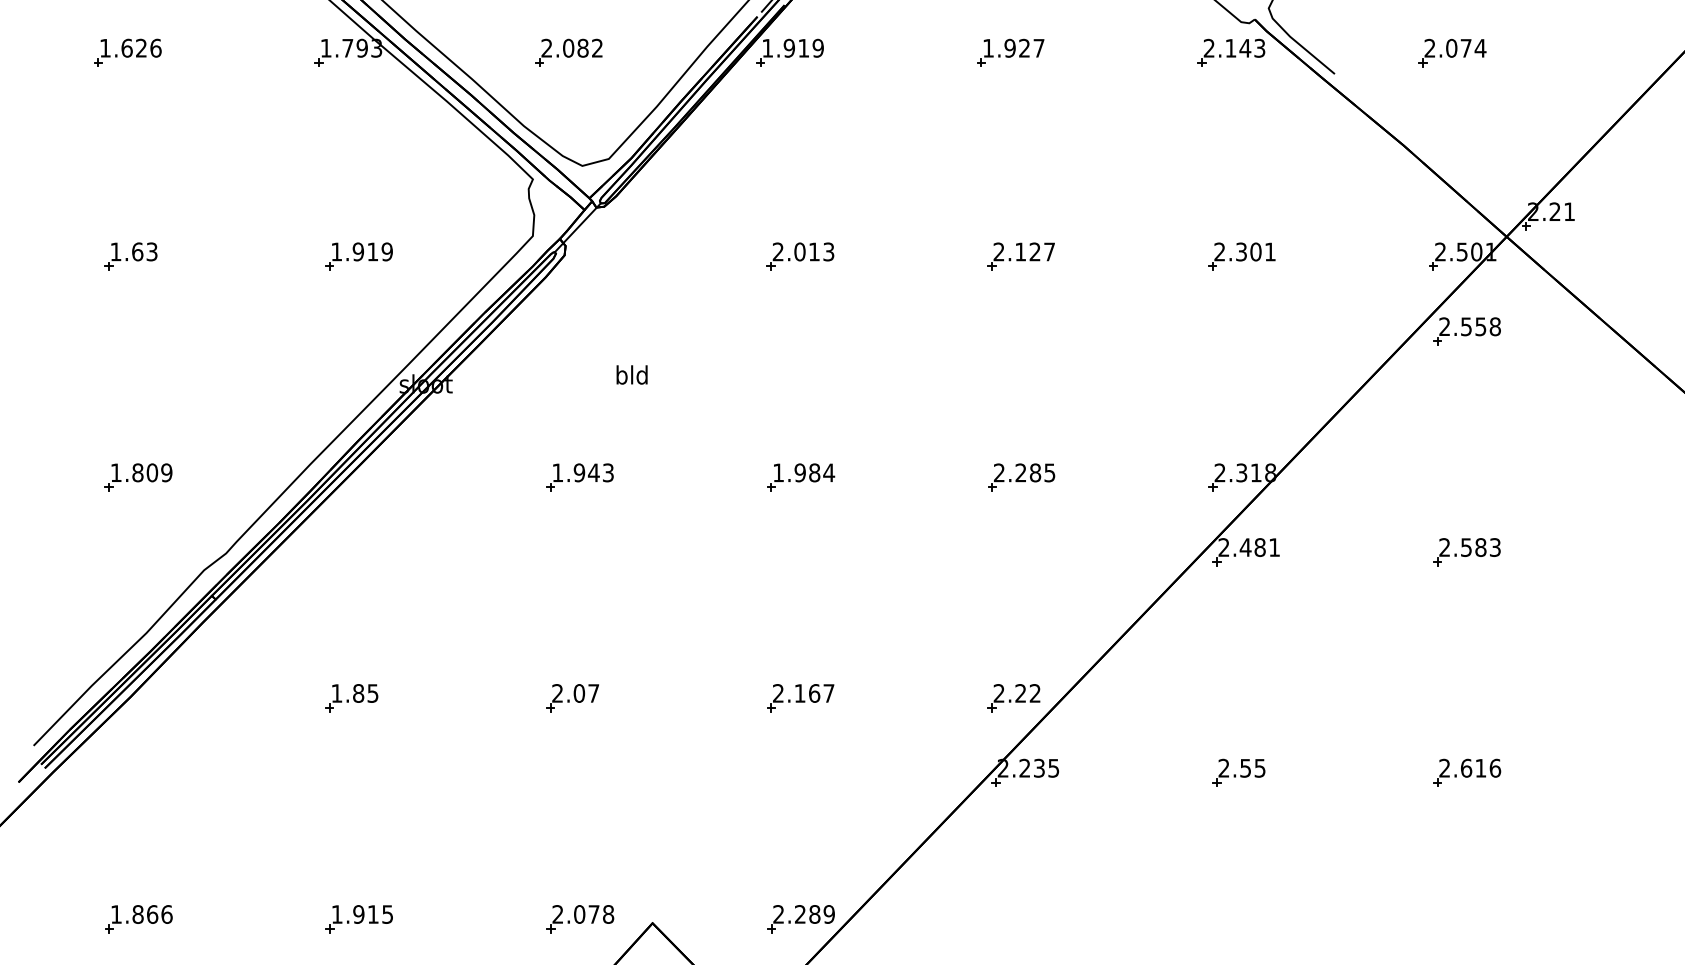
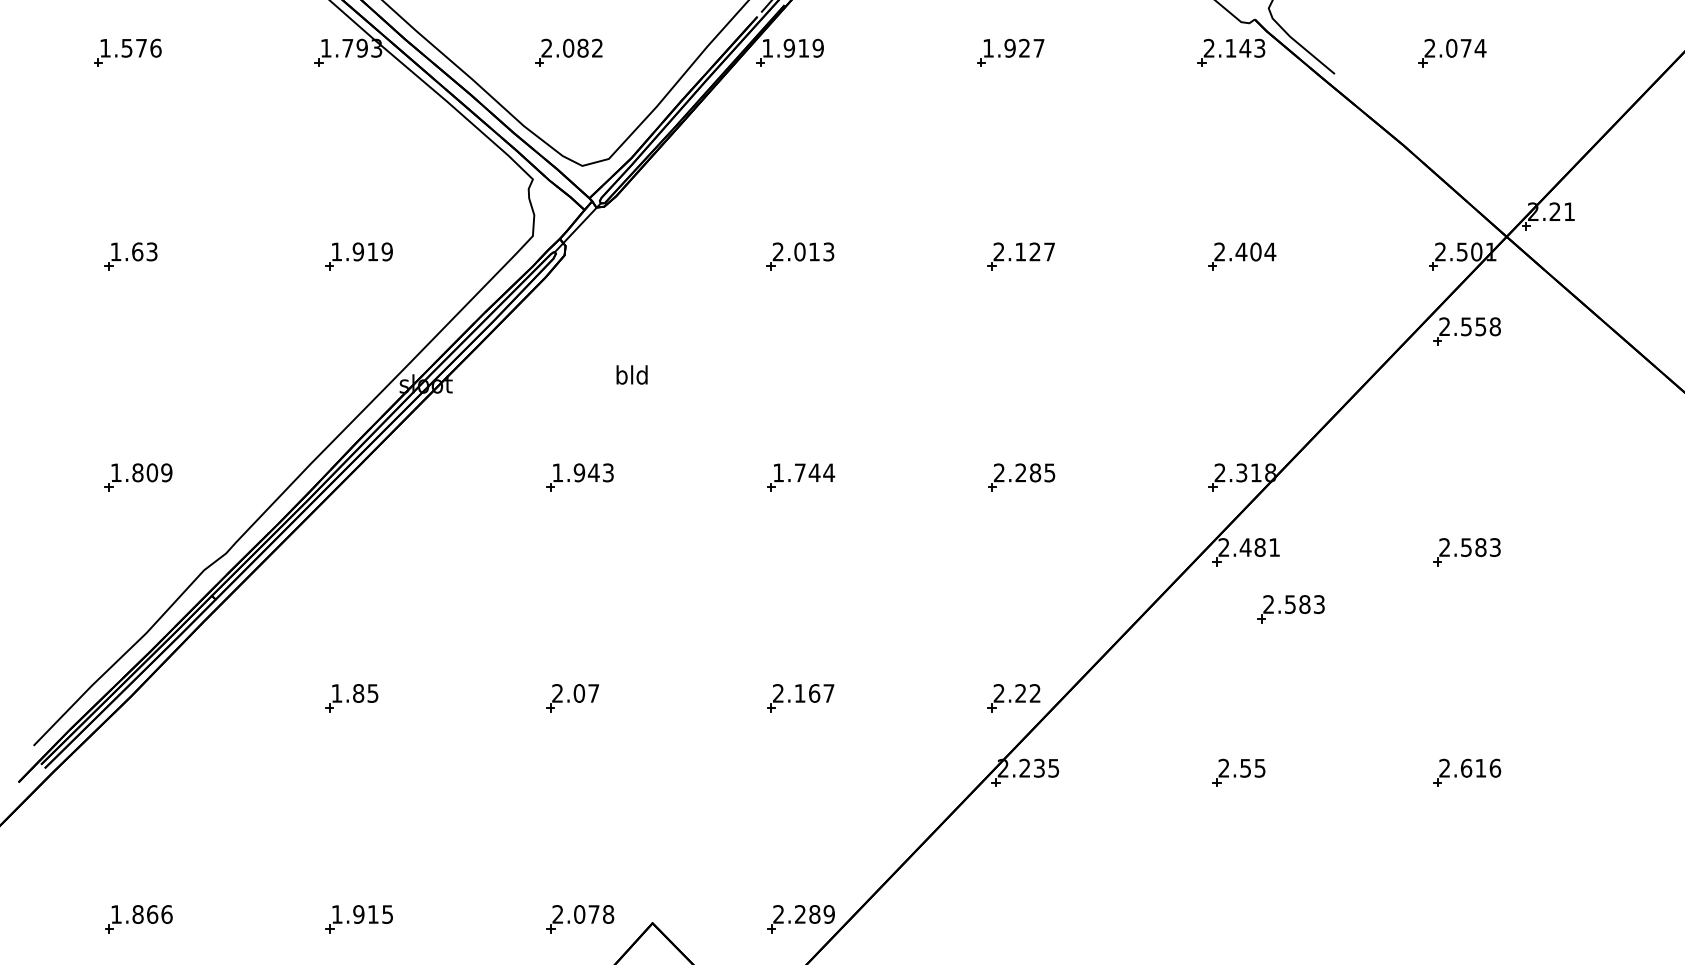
text at (133, 47): 1.626 -> 1.576
text at (1255, 251): 2.301 -> 2.404
text at (807, 472): 1.984 -> 1.744
part at (1290, 609): none -> present
